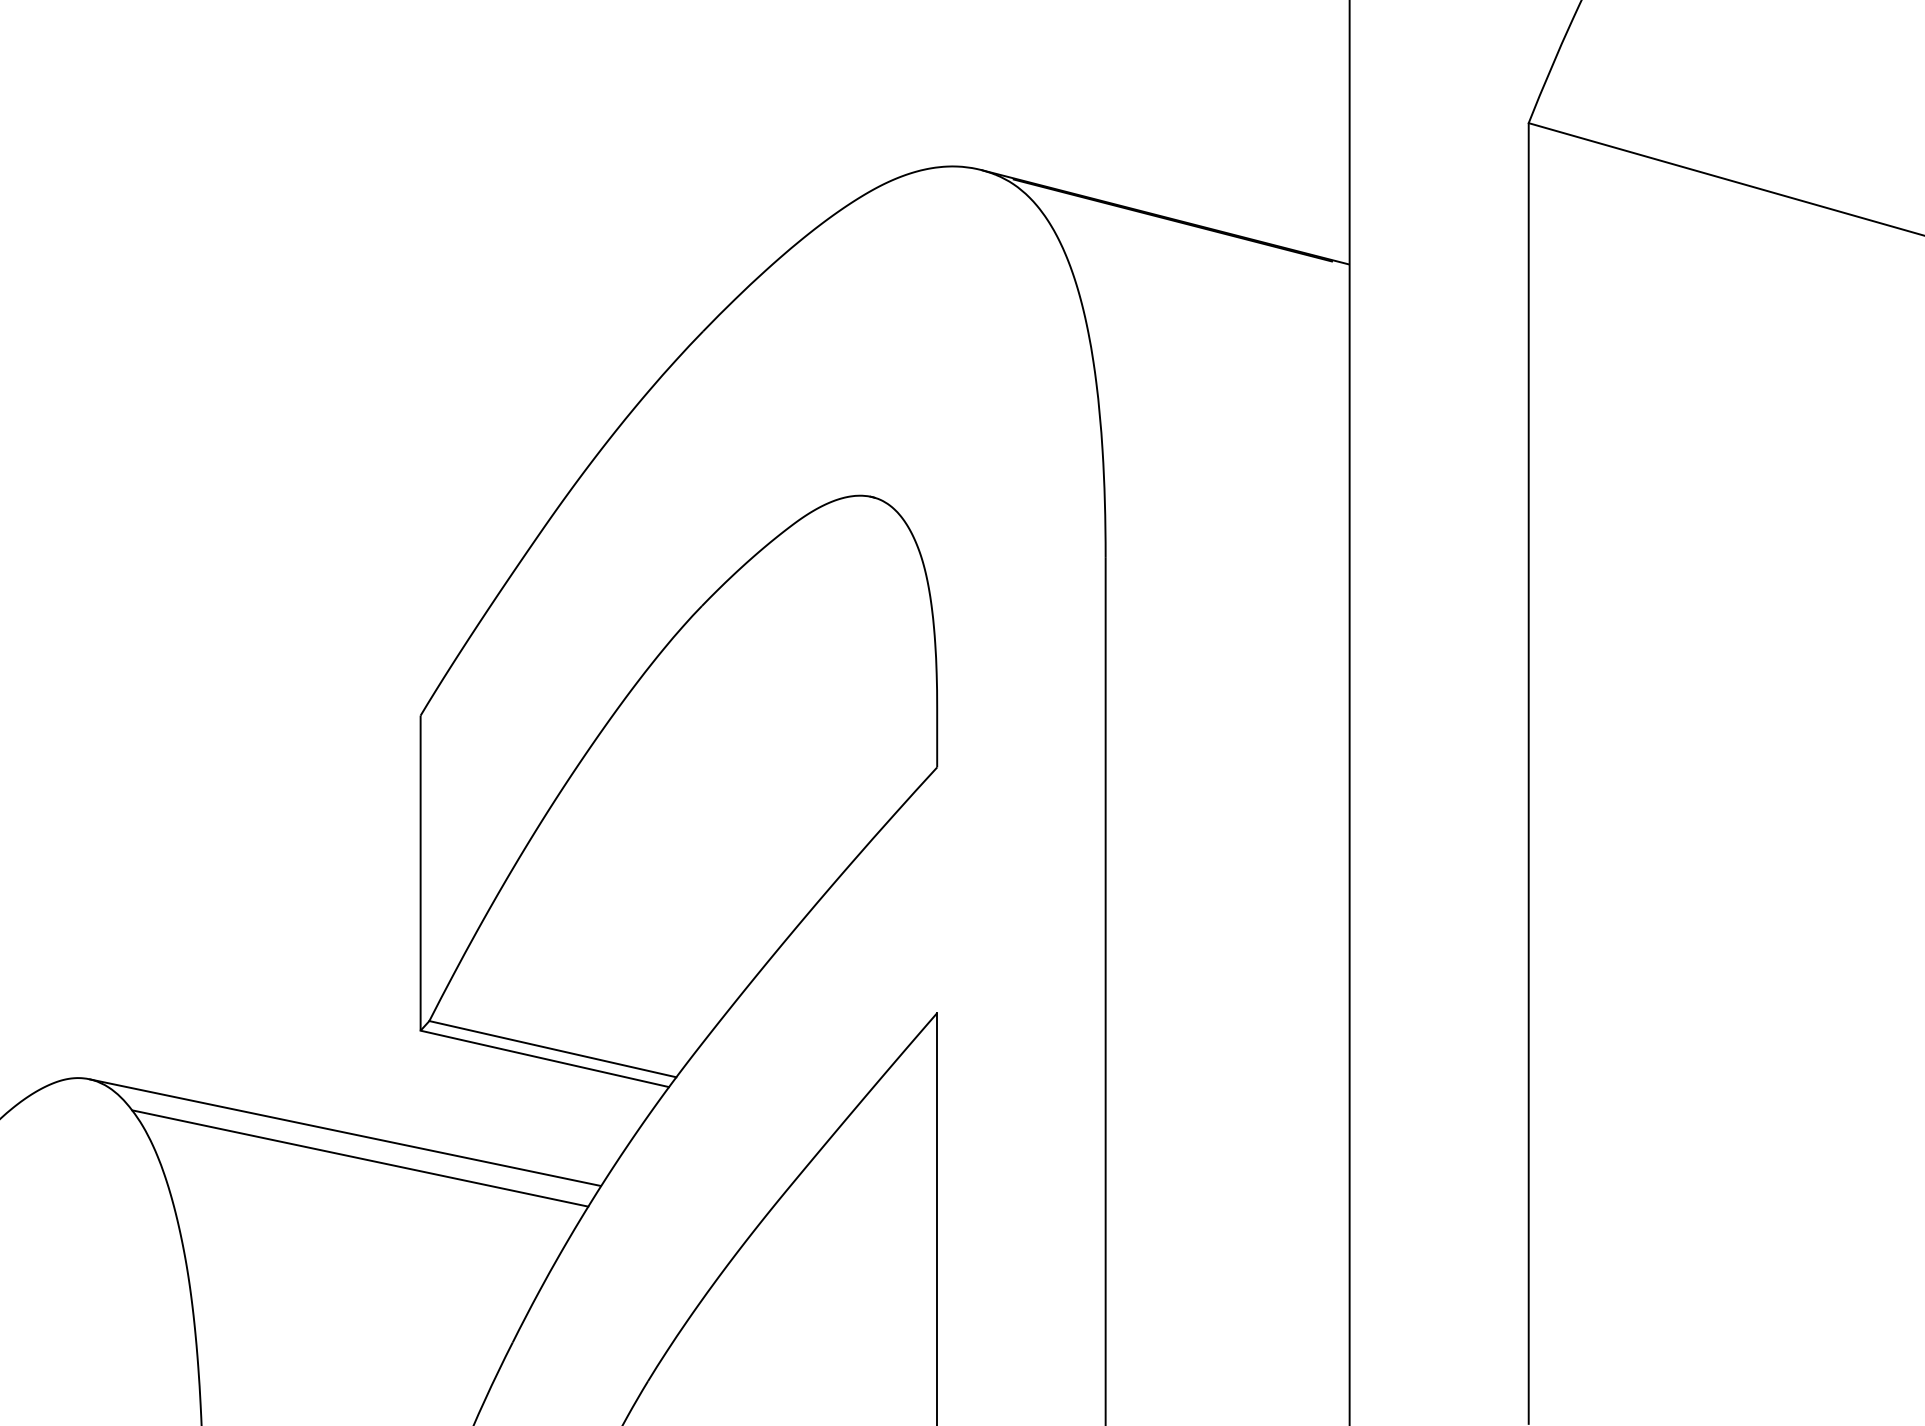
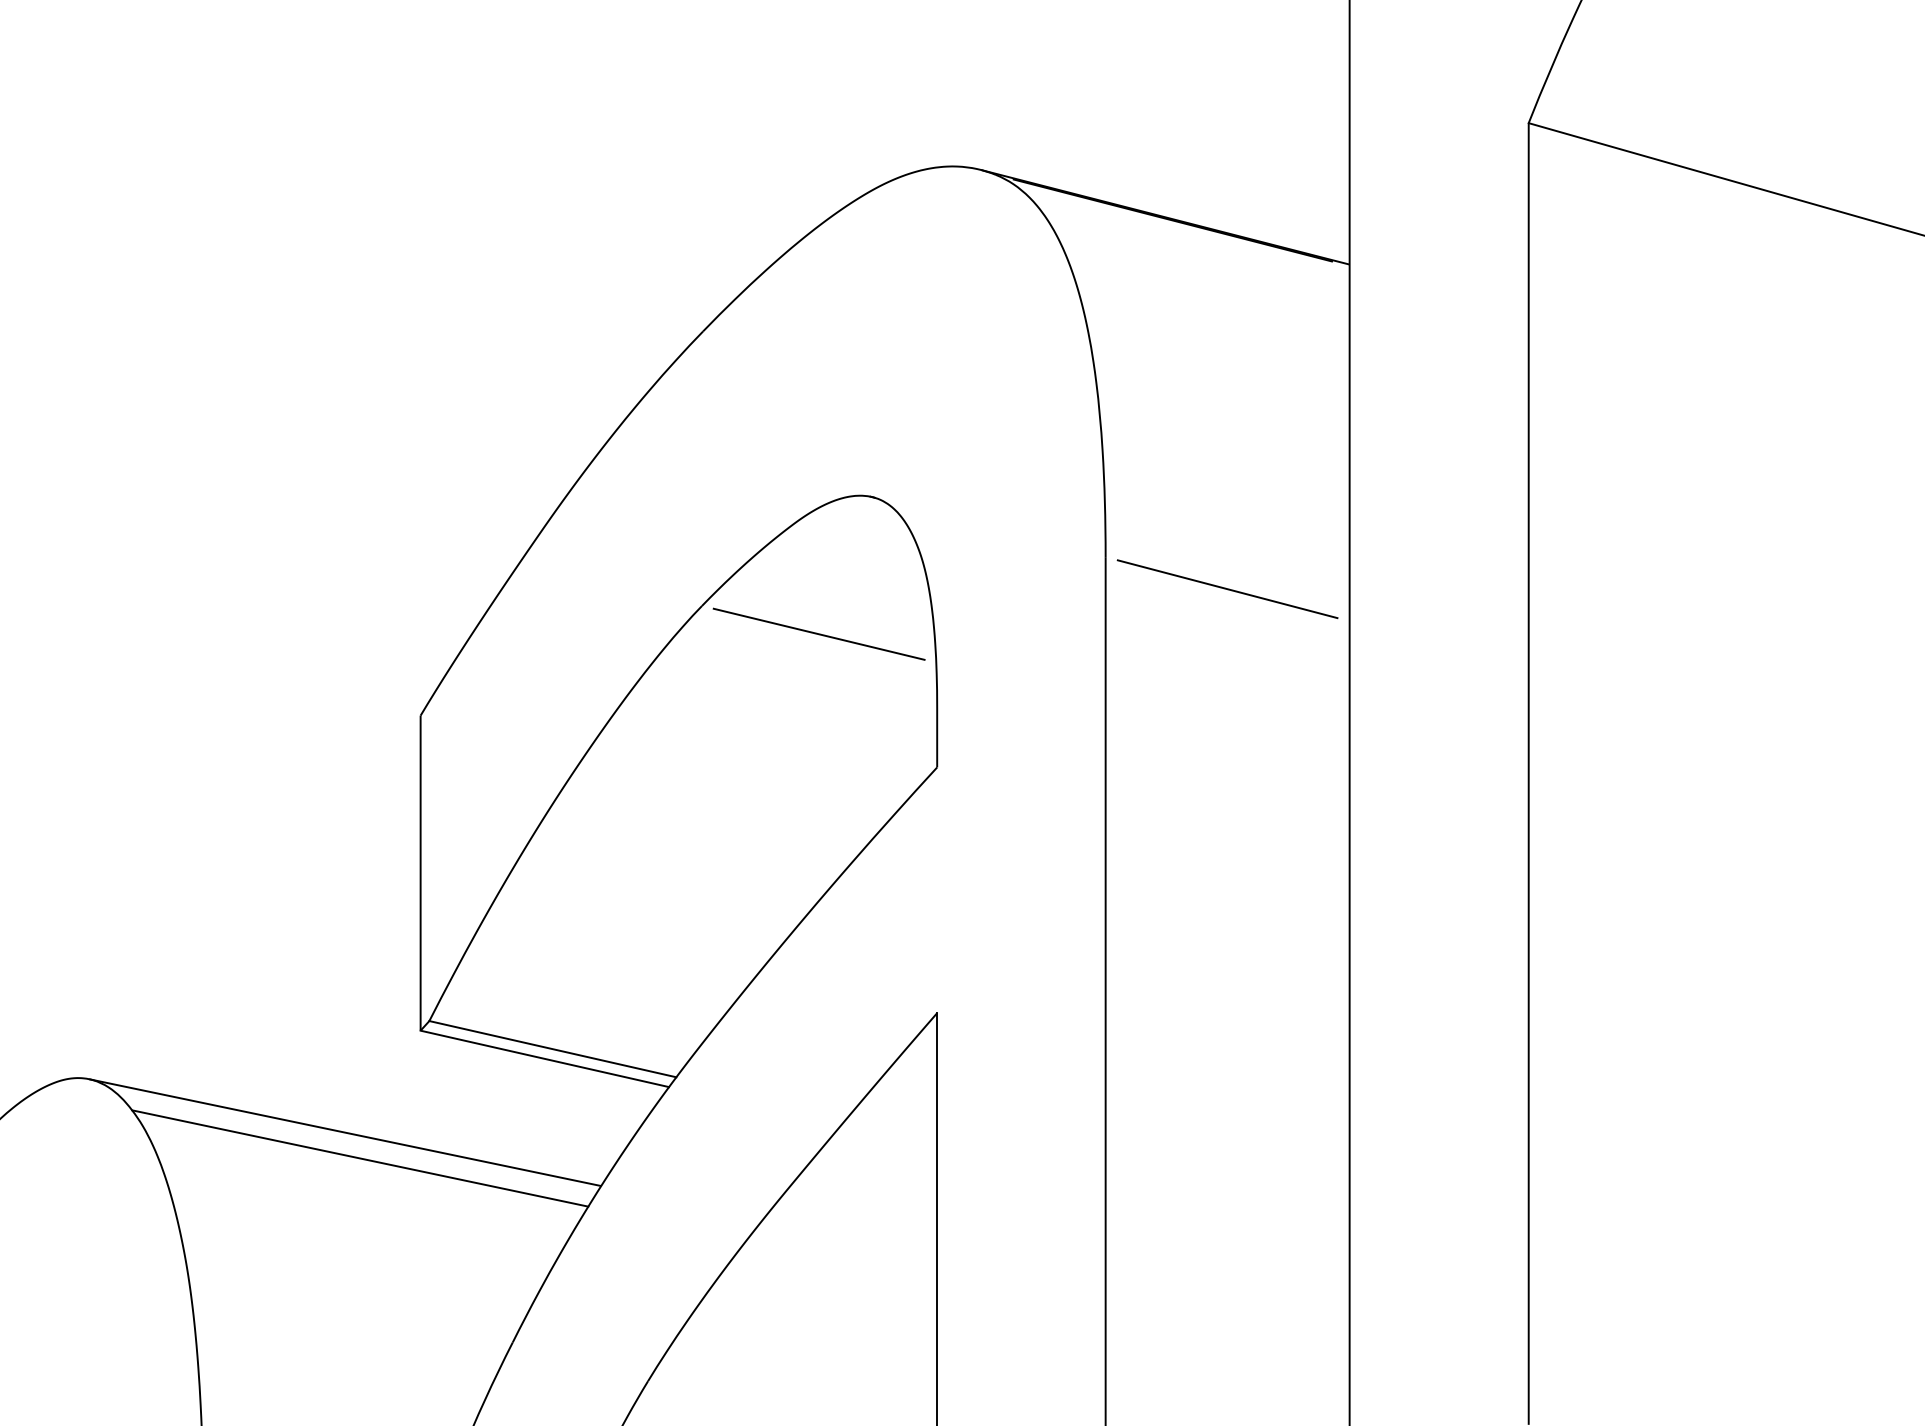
line at (1227, 588): none -> present
line at (818, 633): none -> present
